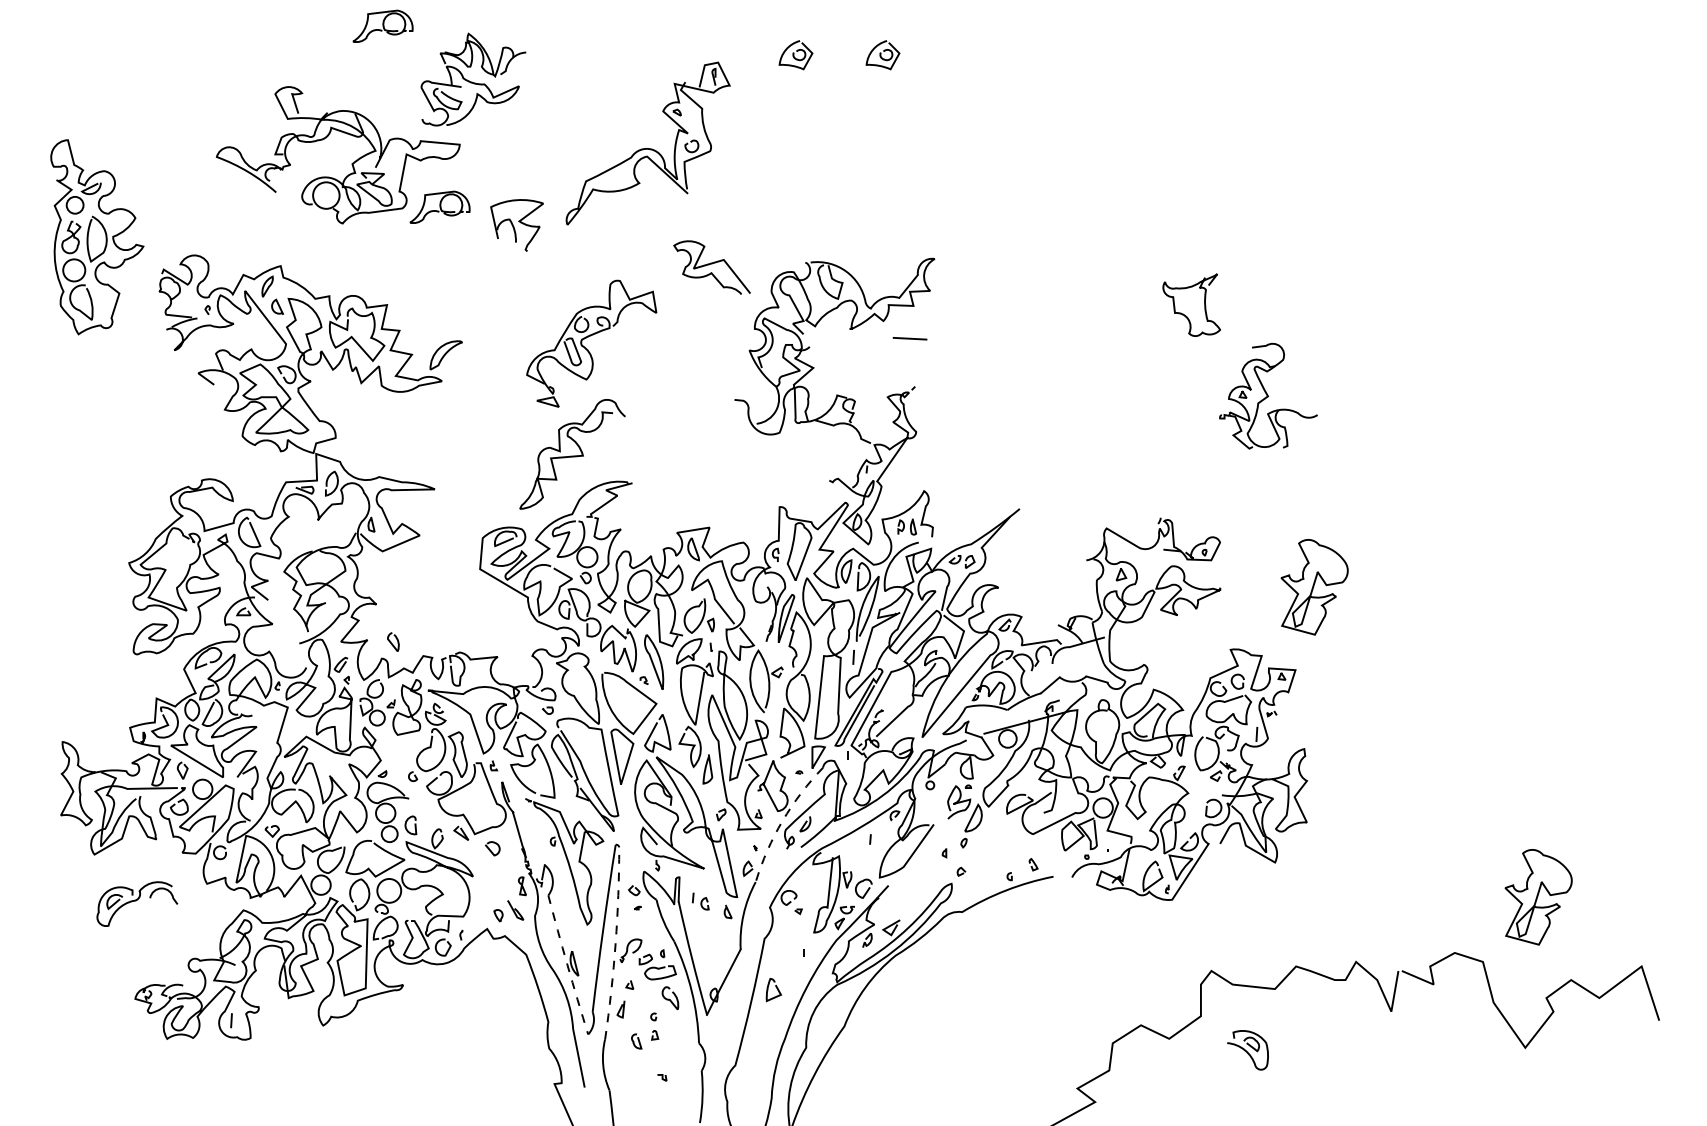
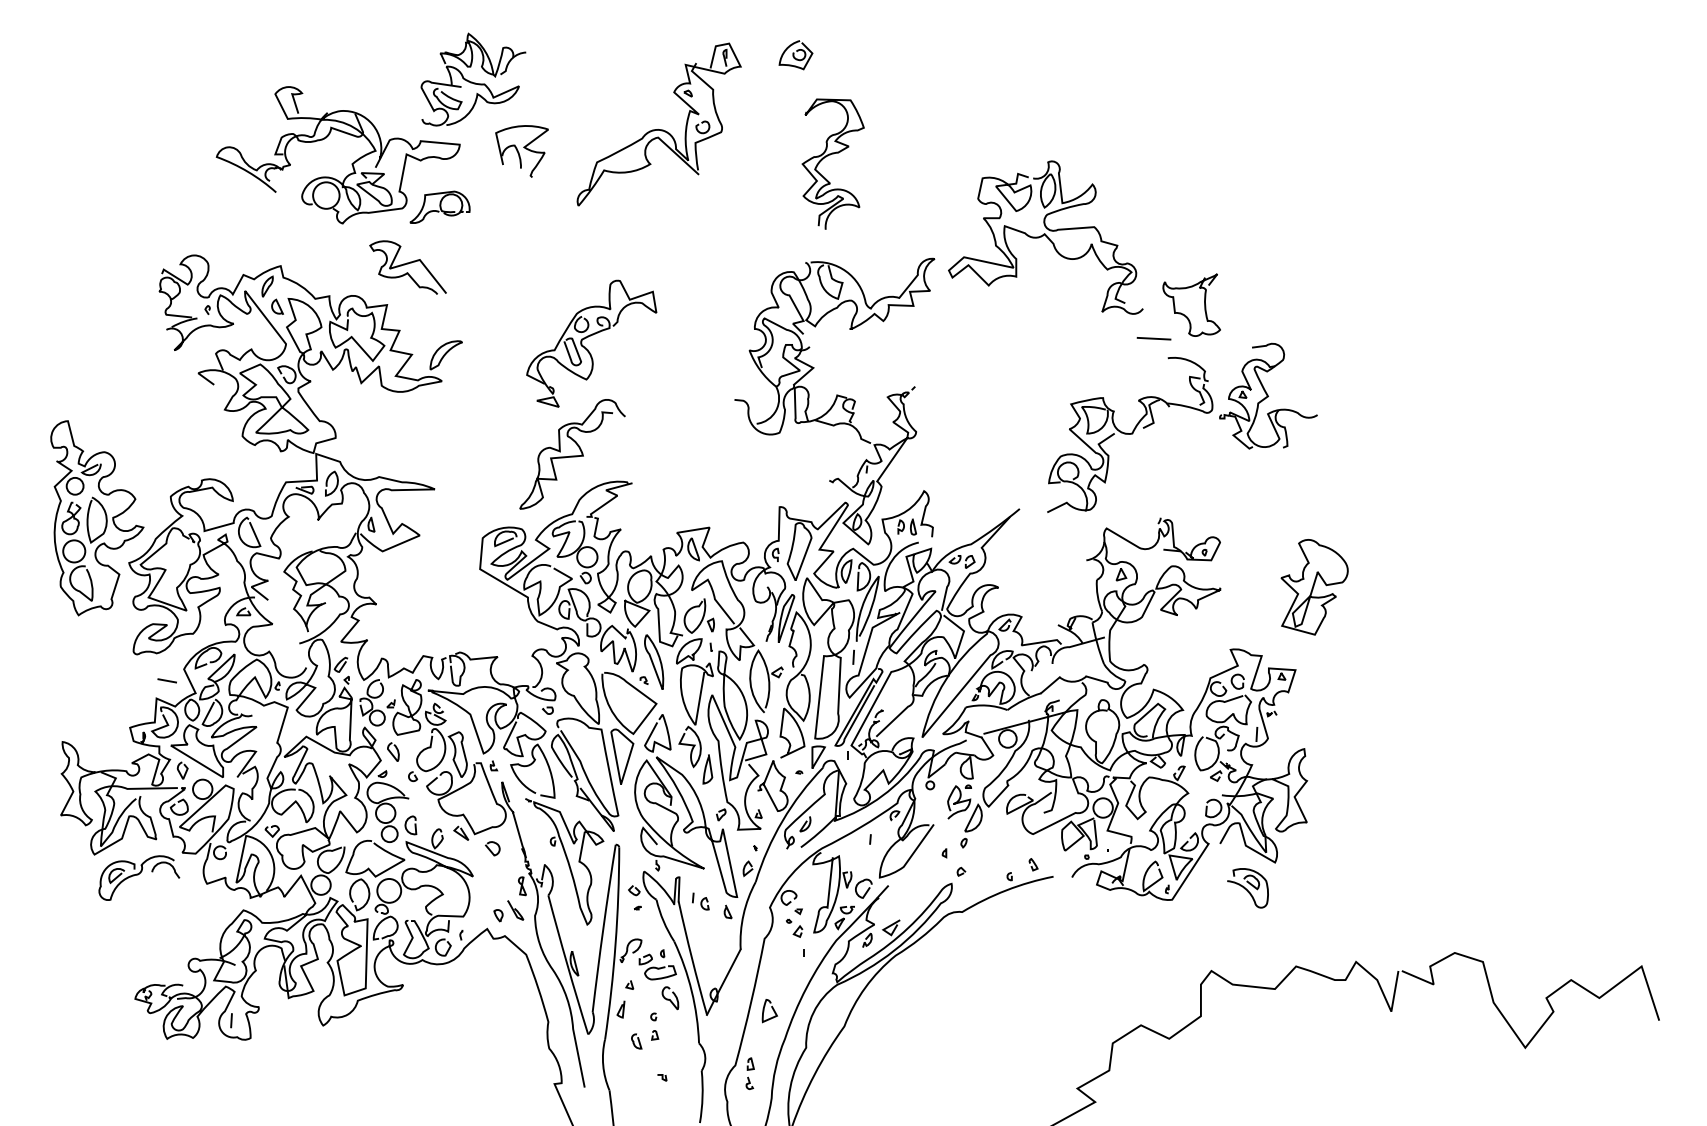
part at (382, 25): present -> none
part at (882, 55): present -> none
part at (647, 143) position: (647, 143) -> (658, 124)
part at (828, 156): none -> present
part at (516, 225) position: (516, 225) -> (521, 151)
part at (97, 237) position: (97, 237) -> (97, 518)
part at (1045, 237): none -> present
curve at (709, 265) position: (709, 265) -> (405, 265)
line at (909, 338) position: (909, 338) -> (1153, 338)
part at (1130, 434): none -> present
curve at (391, 641) position: (391, 641) -> (391, 751)
line at (166, 680): none -> present
arc at (782, 820): dashed -> solid
part at (1538, 897): present -> none
part at (137, 903) position: (137, 903) -> (139, 877)
part at (794, 927): none -> present
arc at (615, 943): dashed -> solid
arc at (567, 965): dashed -> solid
curve at (775, 987) position: (775, 987) -> (771, 1008)
part at (1247, 1050) position: (1247, 1050) -> (1247, 888)
part at (749, 1073): none -> present
